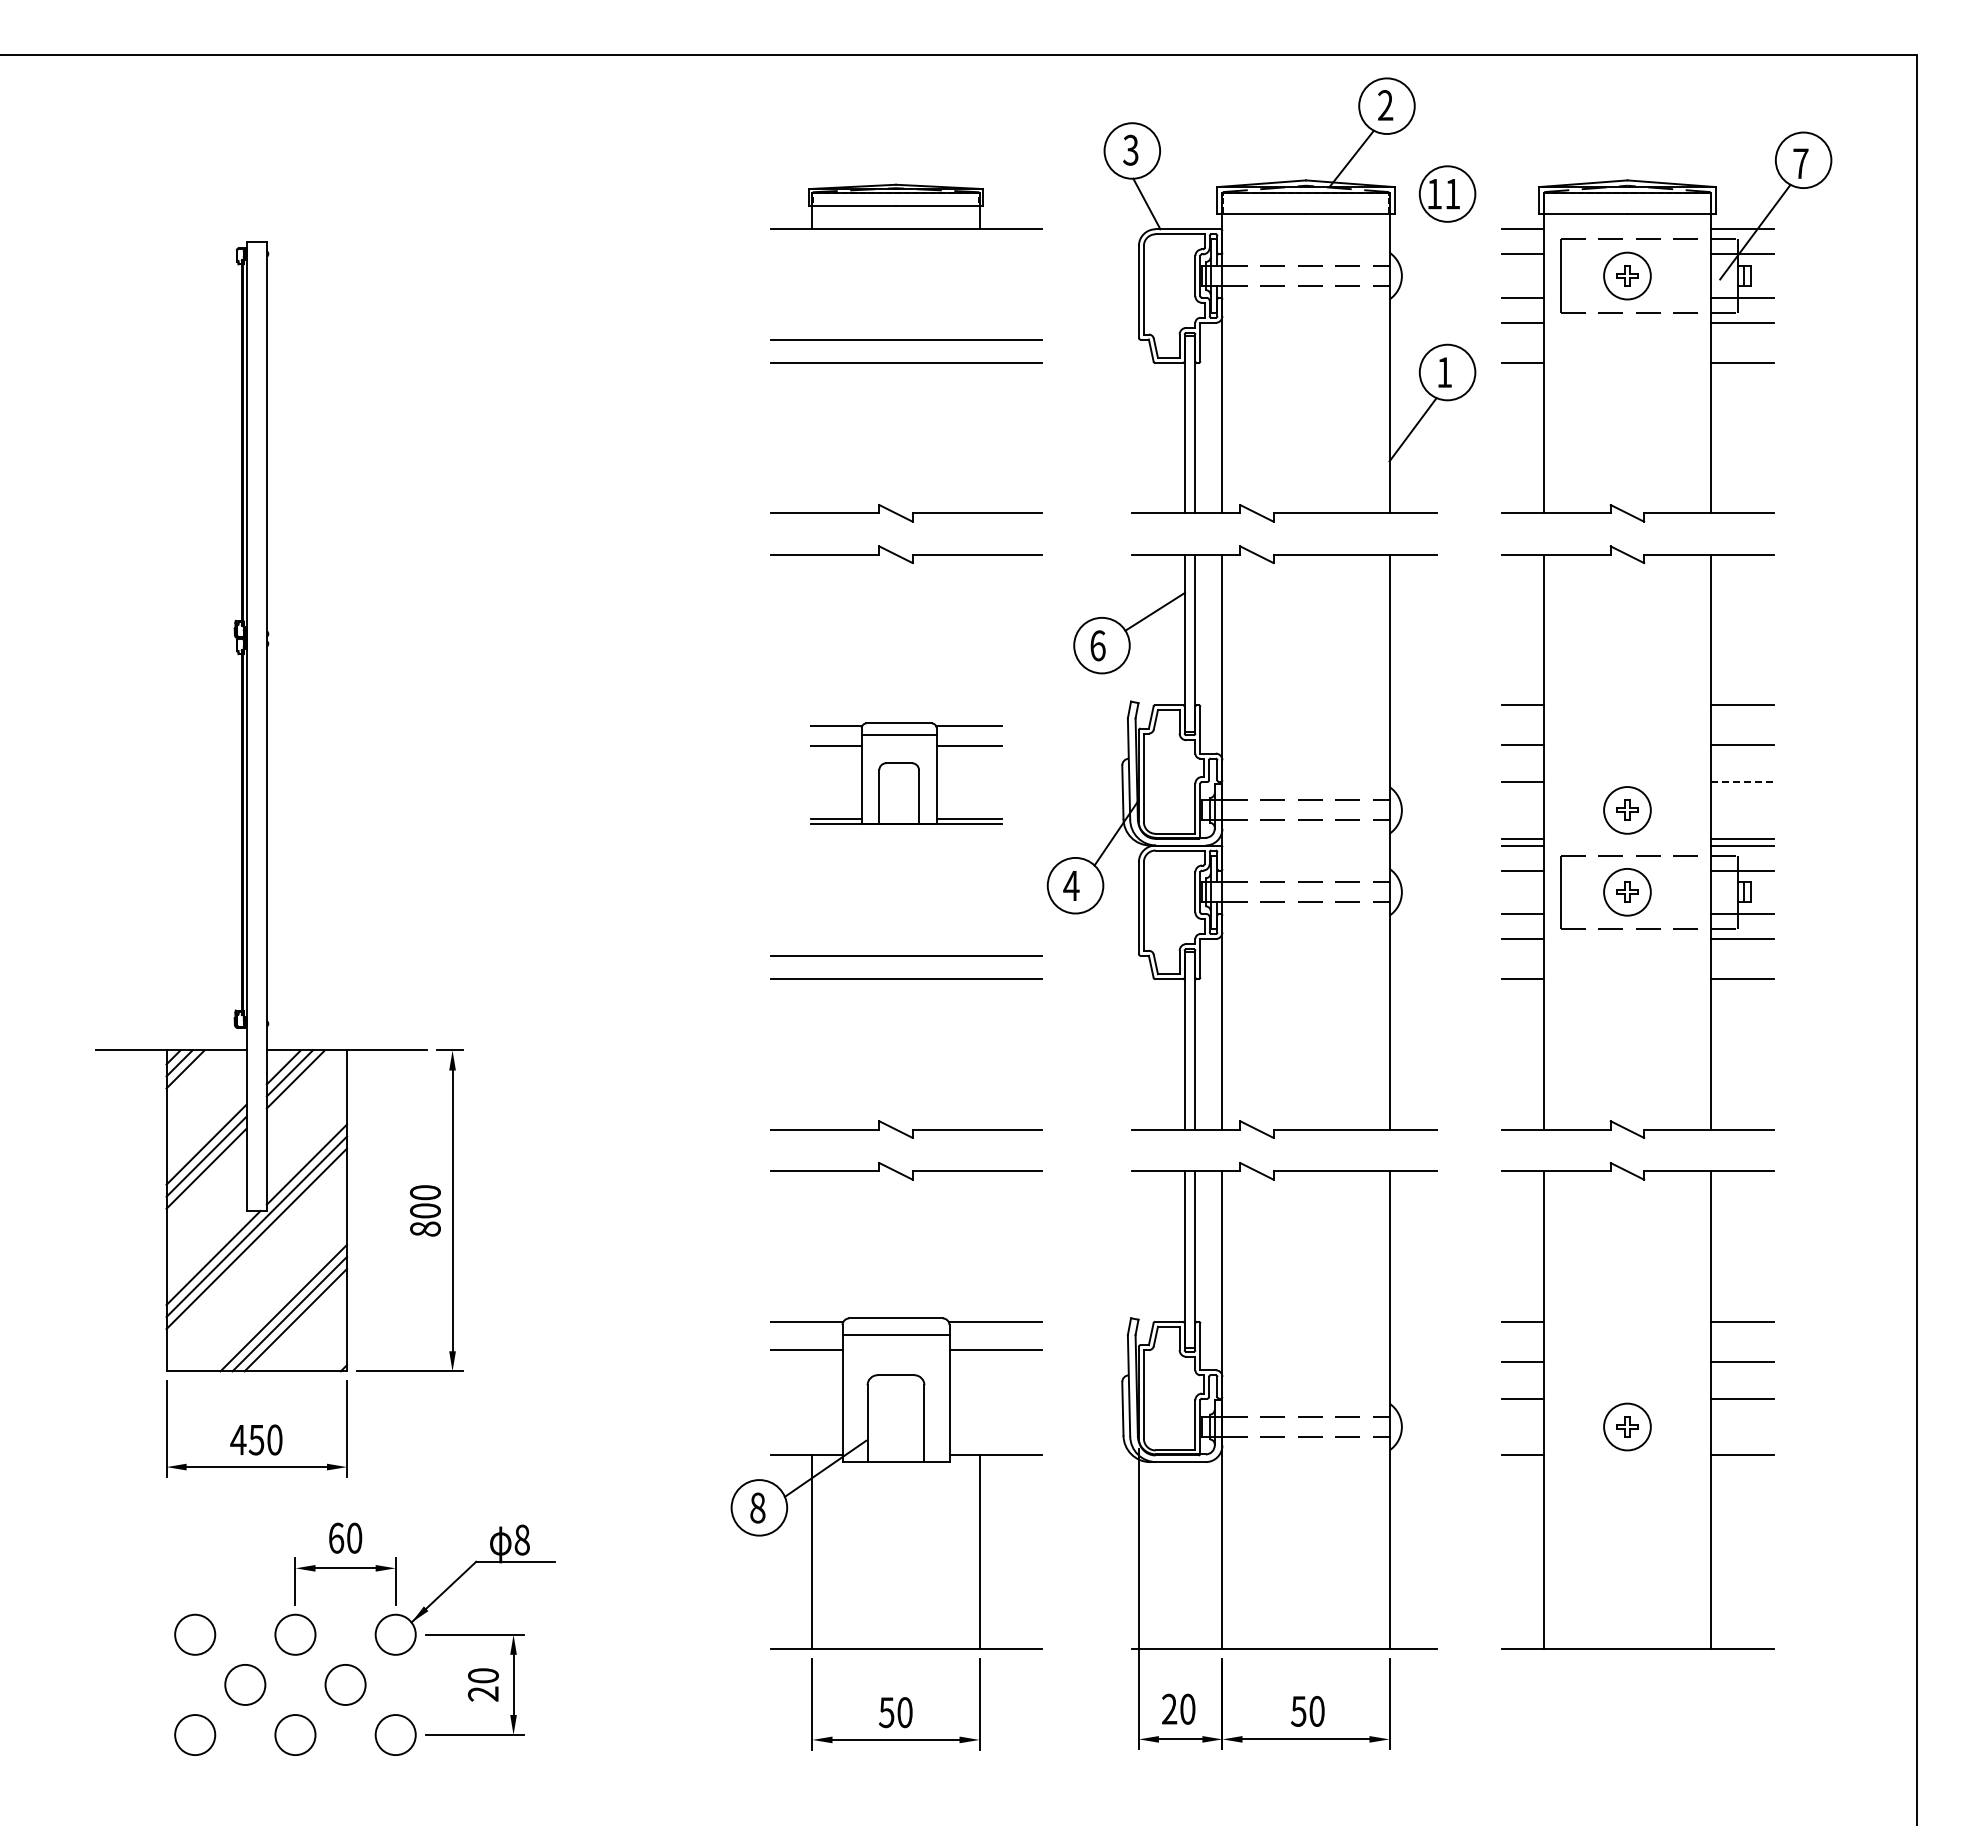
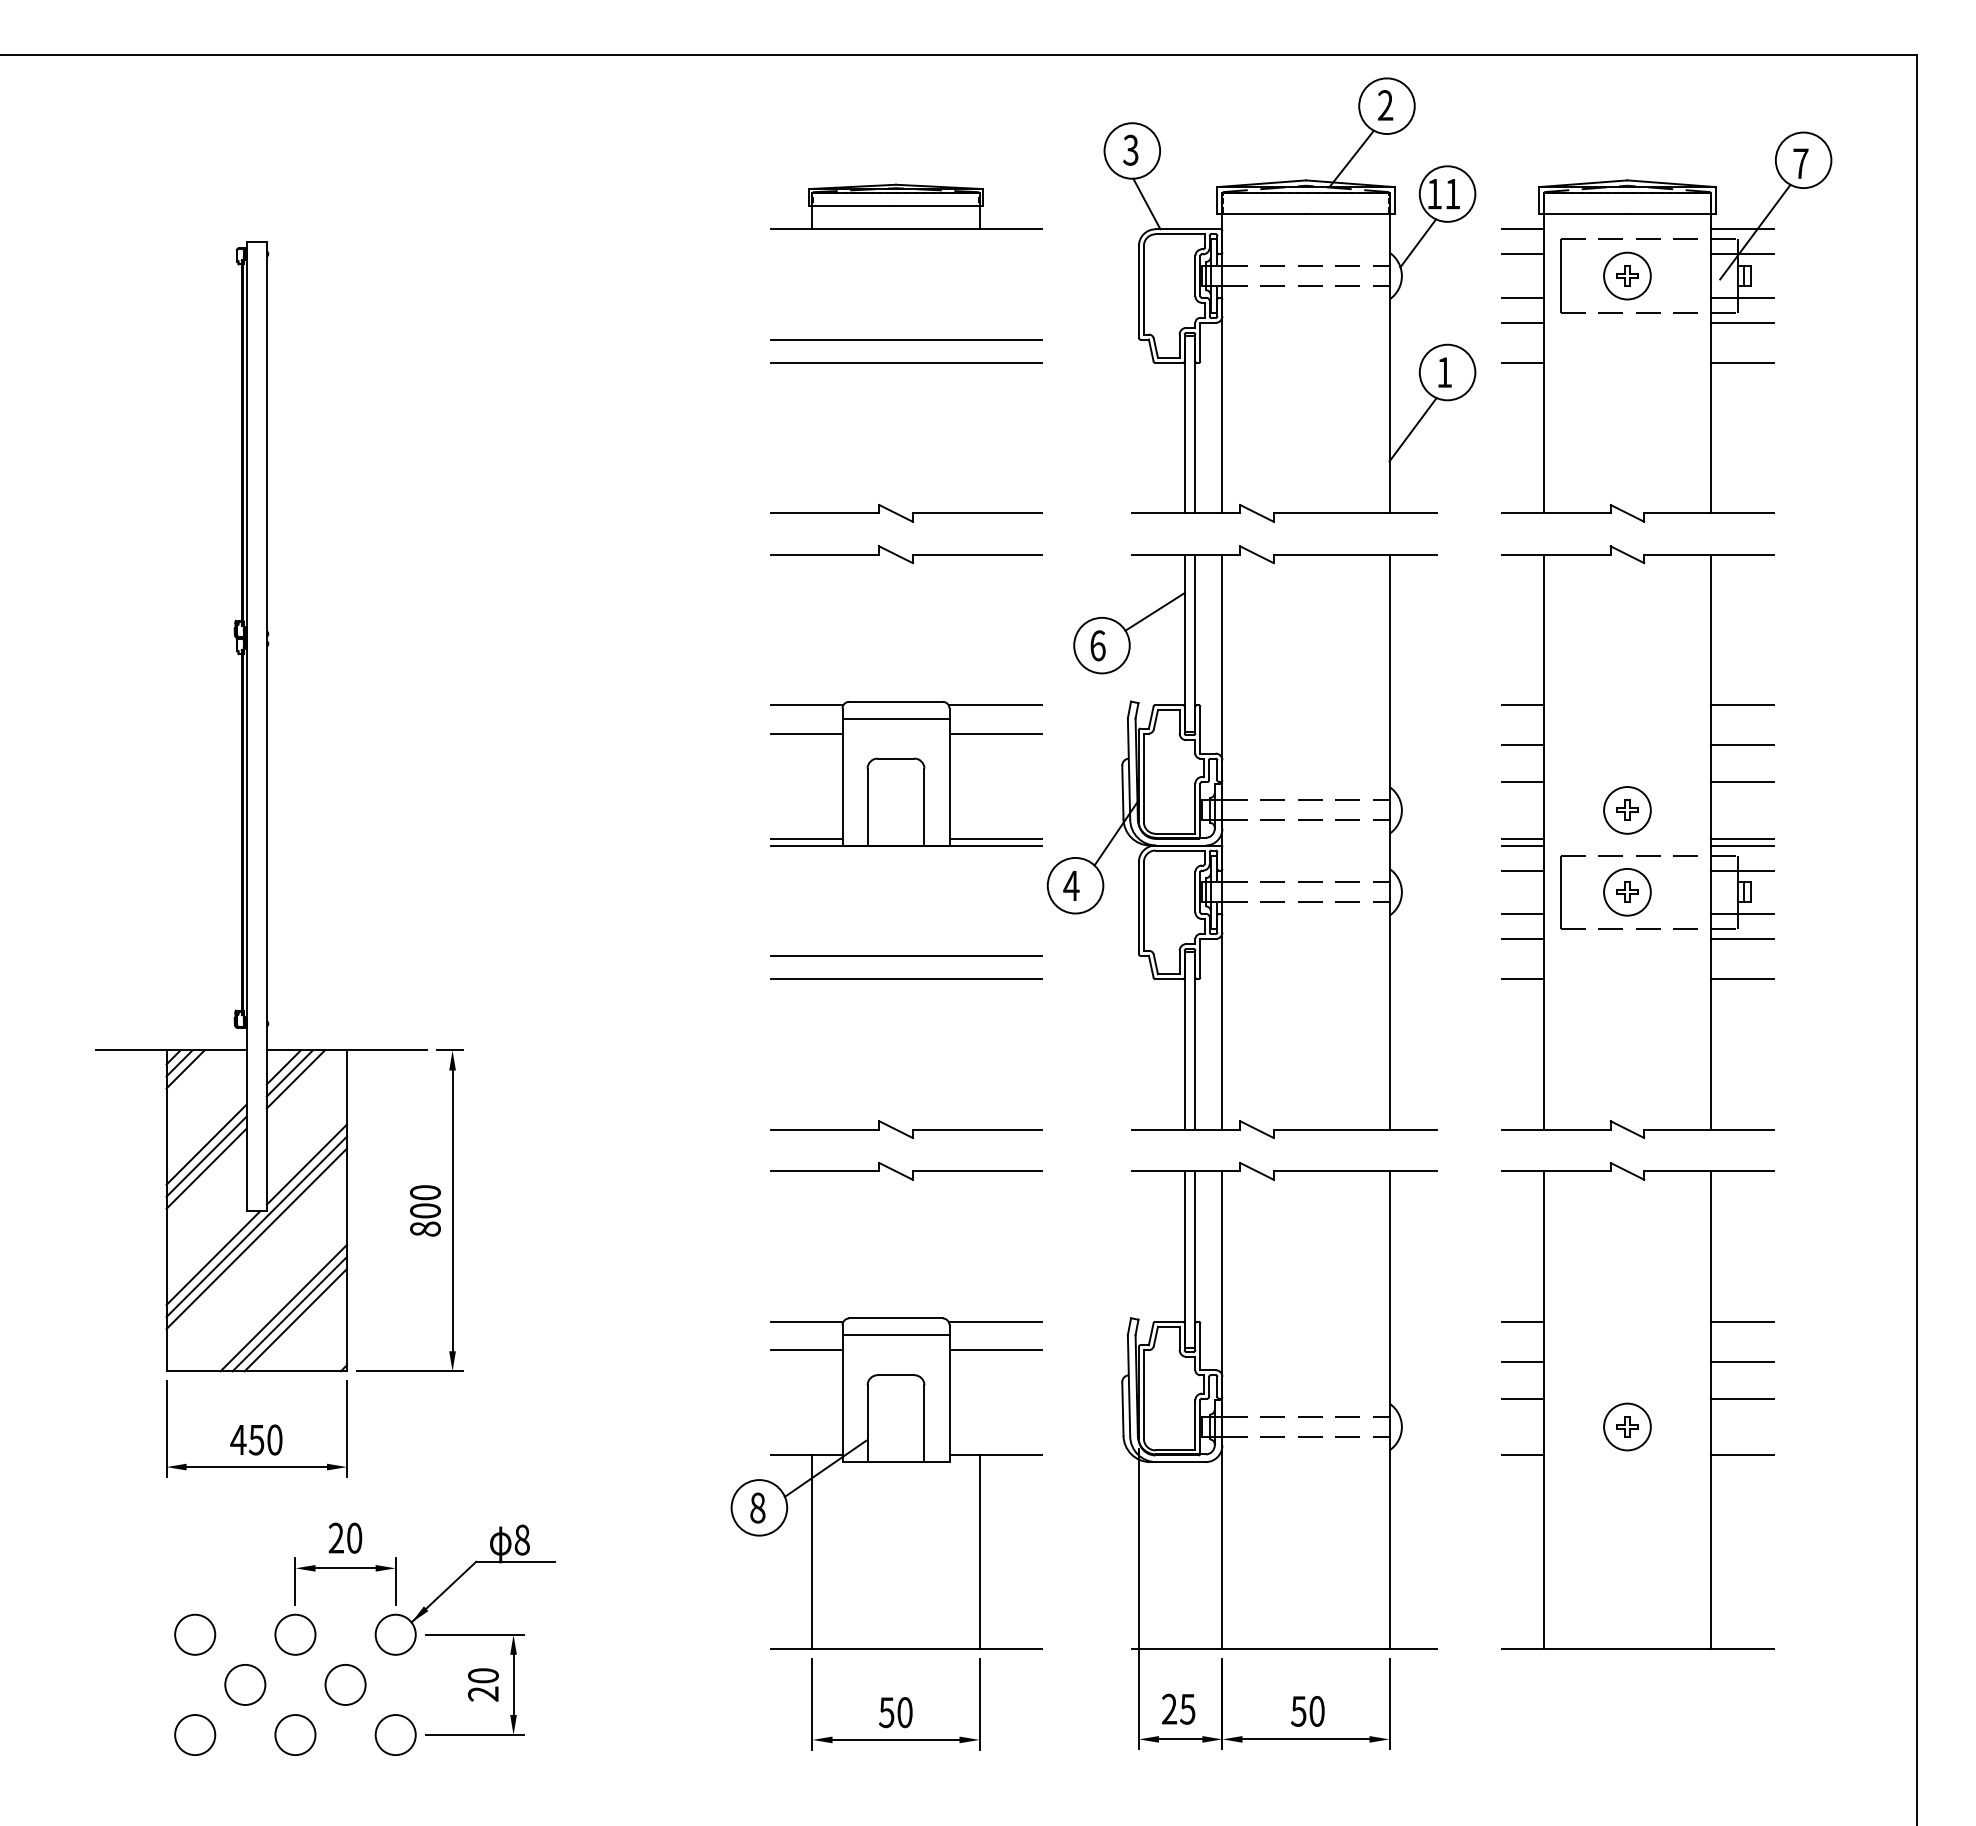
line at (1418, 243): none -> present
part at (906, 773) size: 193x103 px -> 273x146 px
line at (1742, 782): dashed -> solid
text at (336, 1537): 60 -> 20
text at (1187, 1708): 20 -> 25
